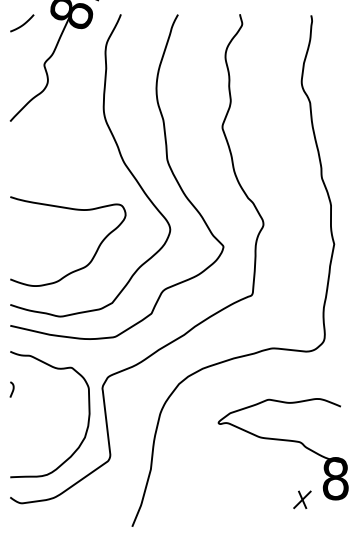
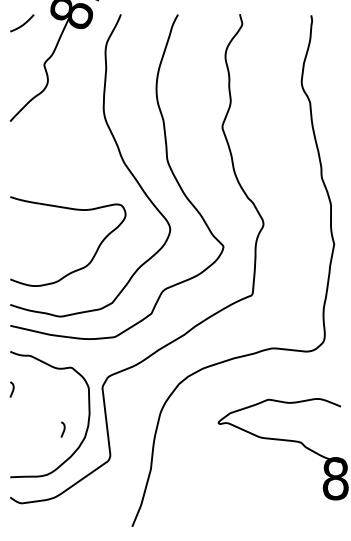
curve at (63, 429): none -> present
part at (302, 499): present -> none
